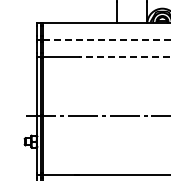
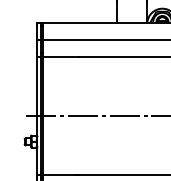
line at (107, 39): dashed -> solid
line at (124, 56): dashed -> solid
